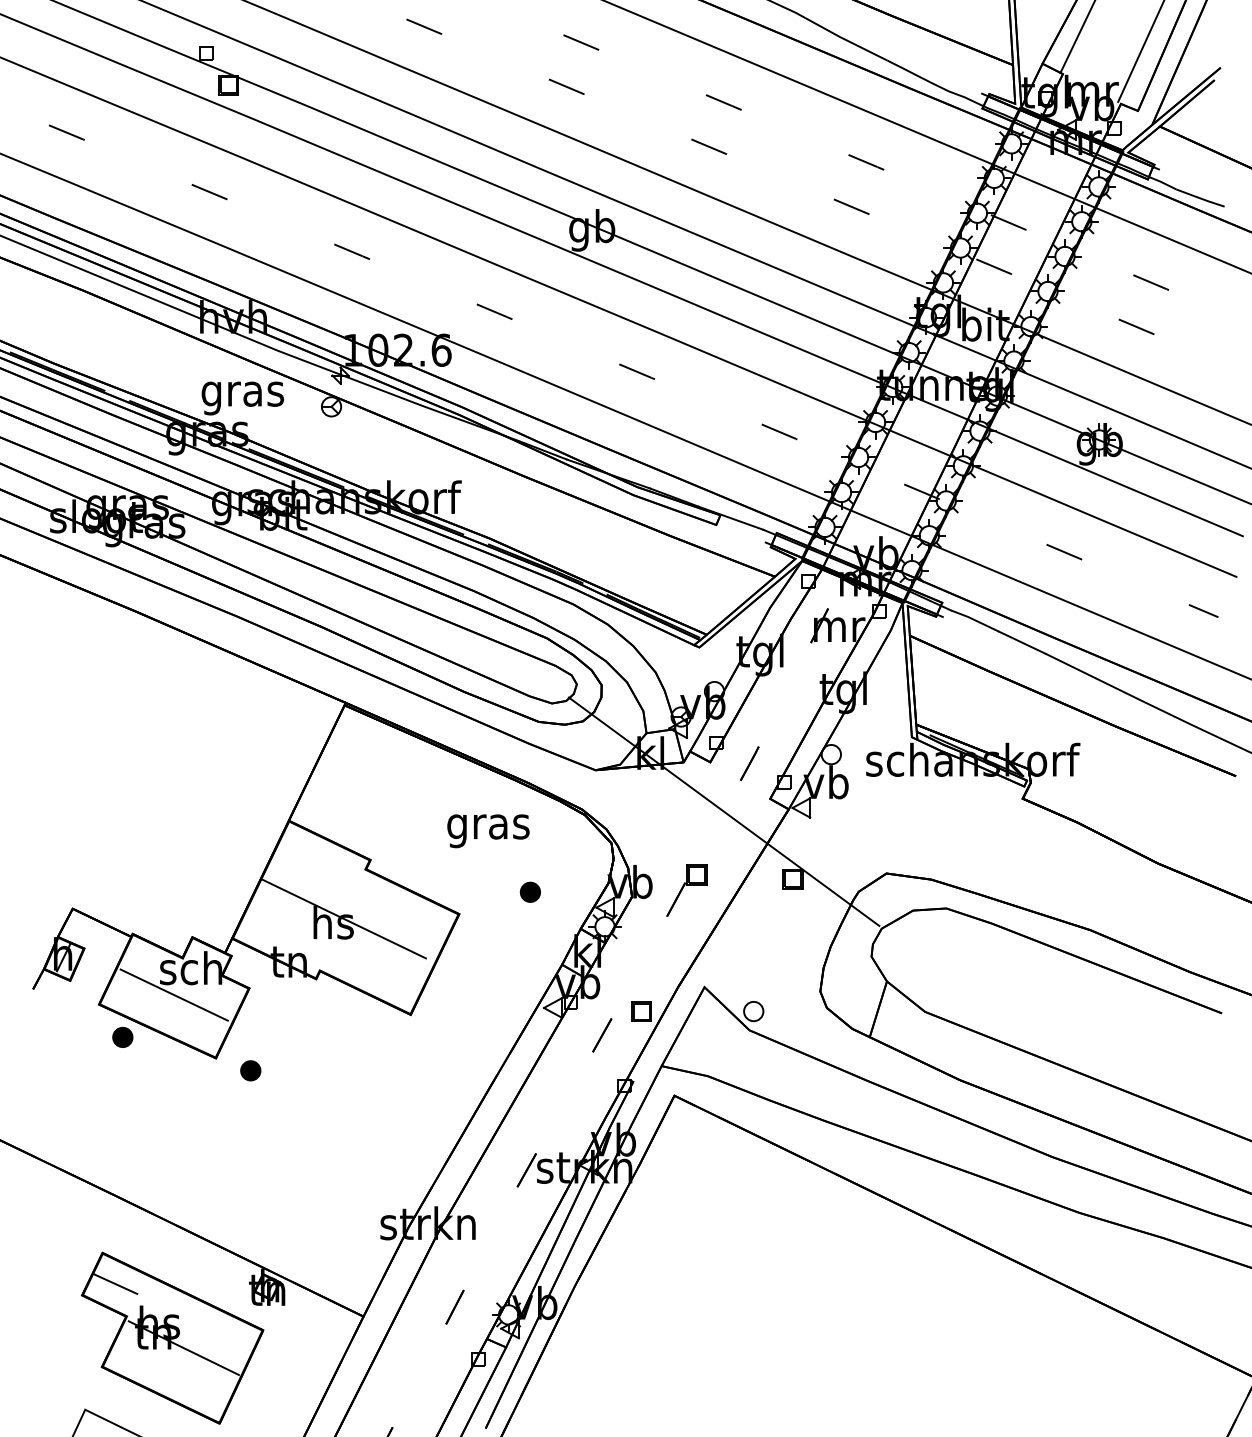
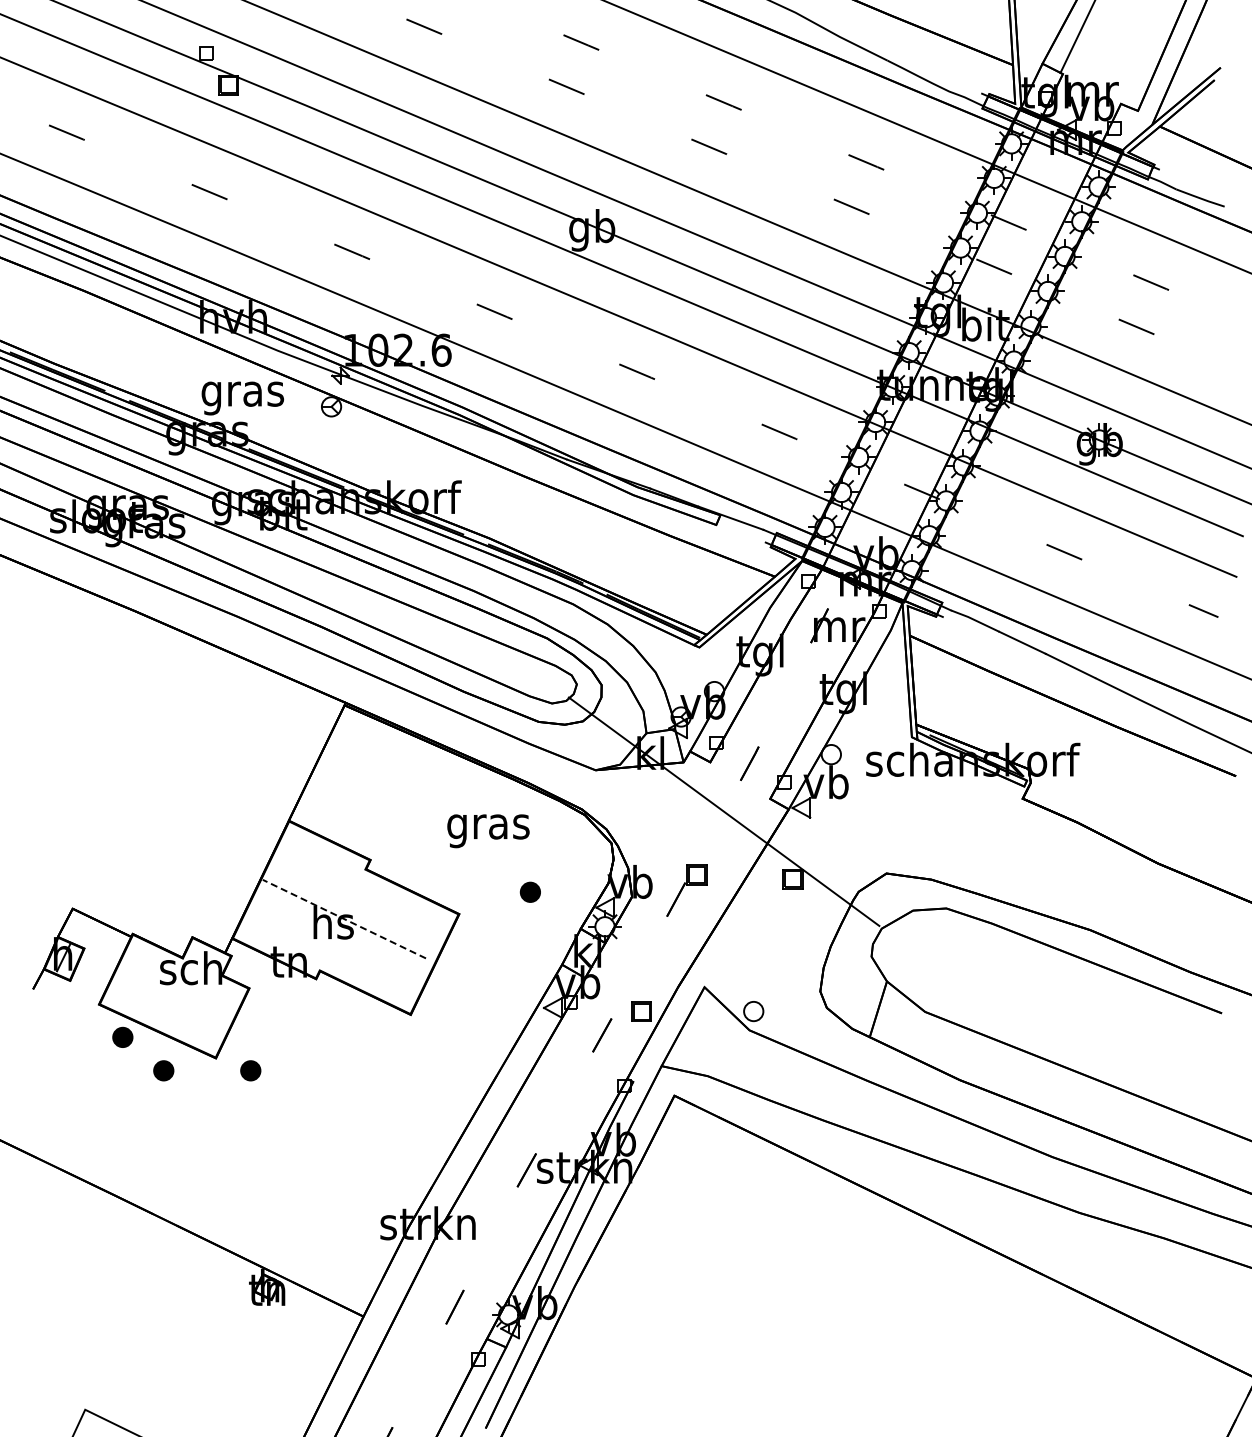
line at (1140, 51): present -> none
line at (344, 919): solid -> dashed
line at (173, 994): present -> none
part at (163, 1070): none -> present
part at (172, 1337): present -> none
